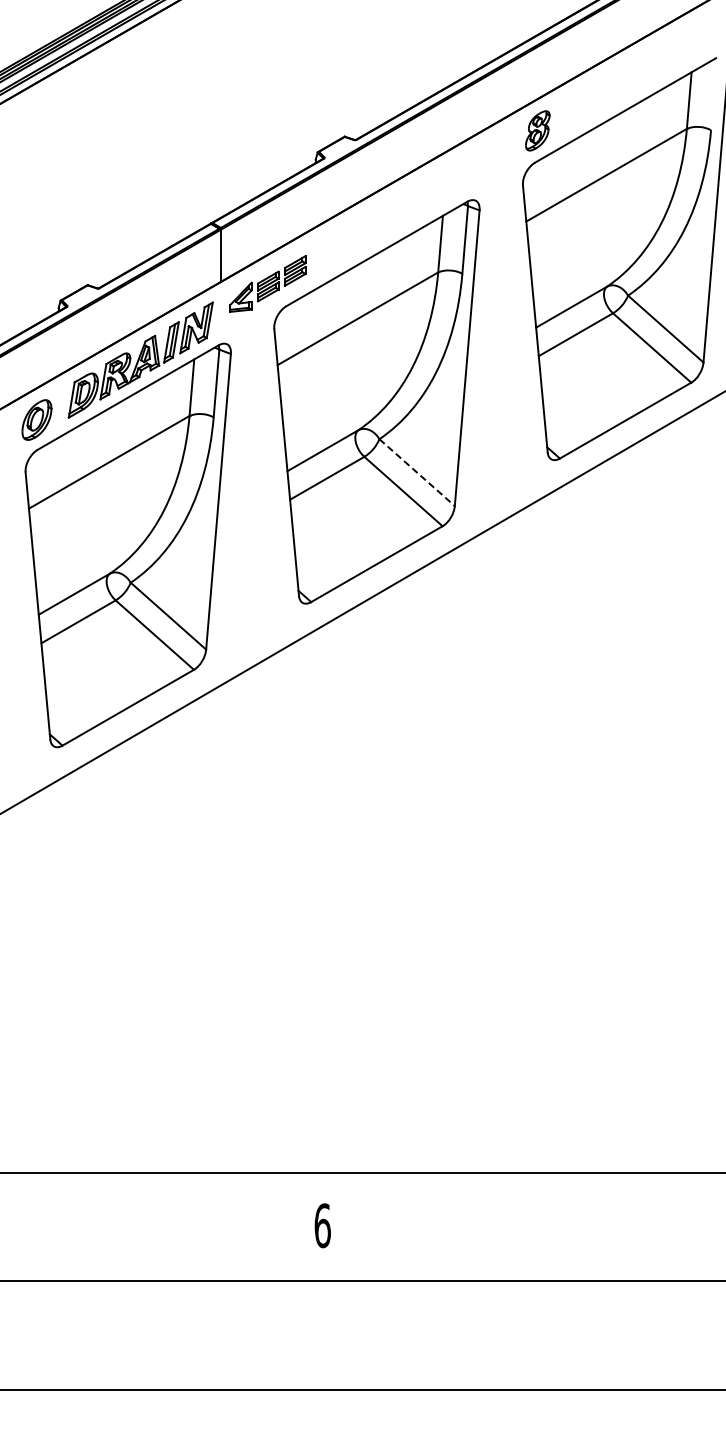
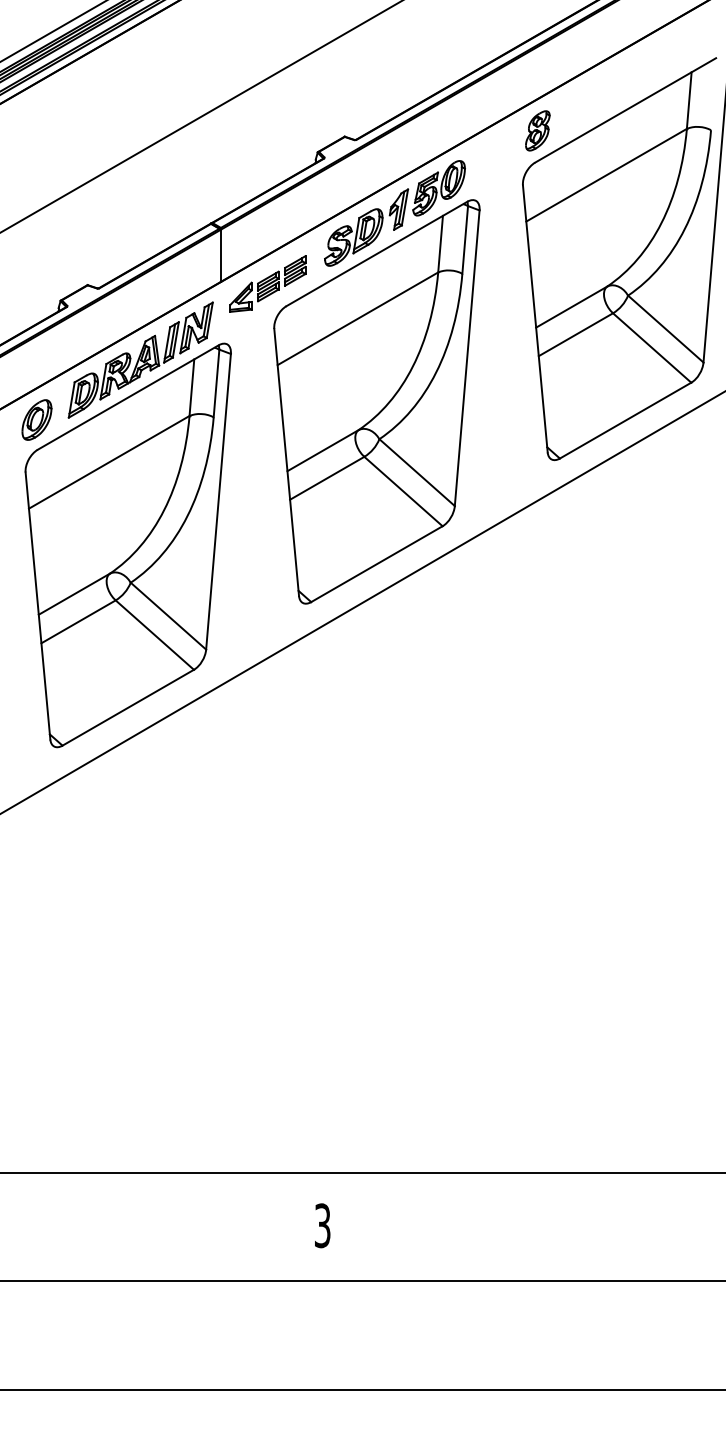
line at (52, 31): none -> present
line at (200, 116): none -> present
part at (394, 213): none -> present
line at (417, 472): dashed -> solid
text at (322, 1225): 6 -> 3
